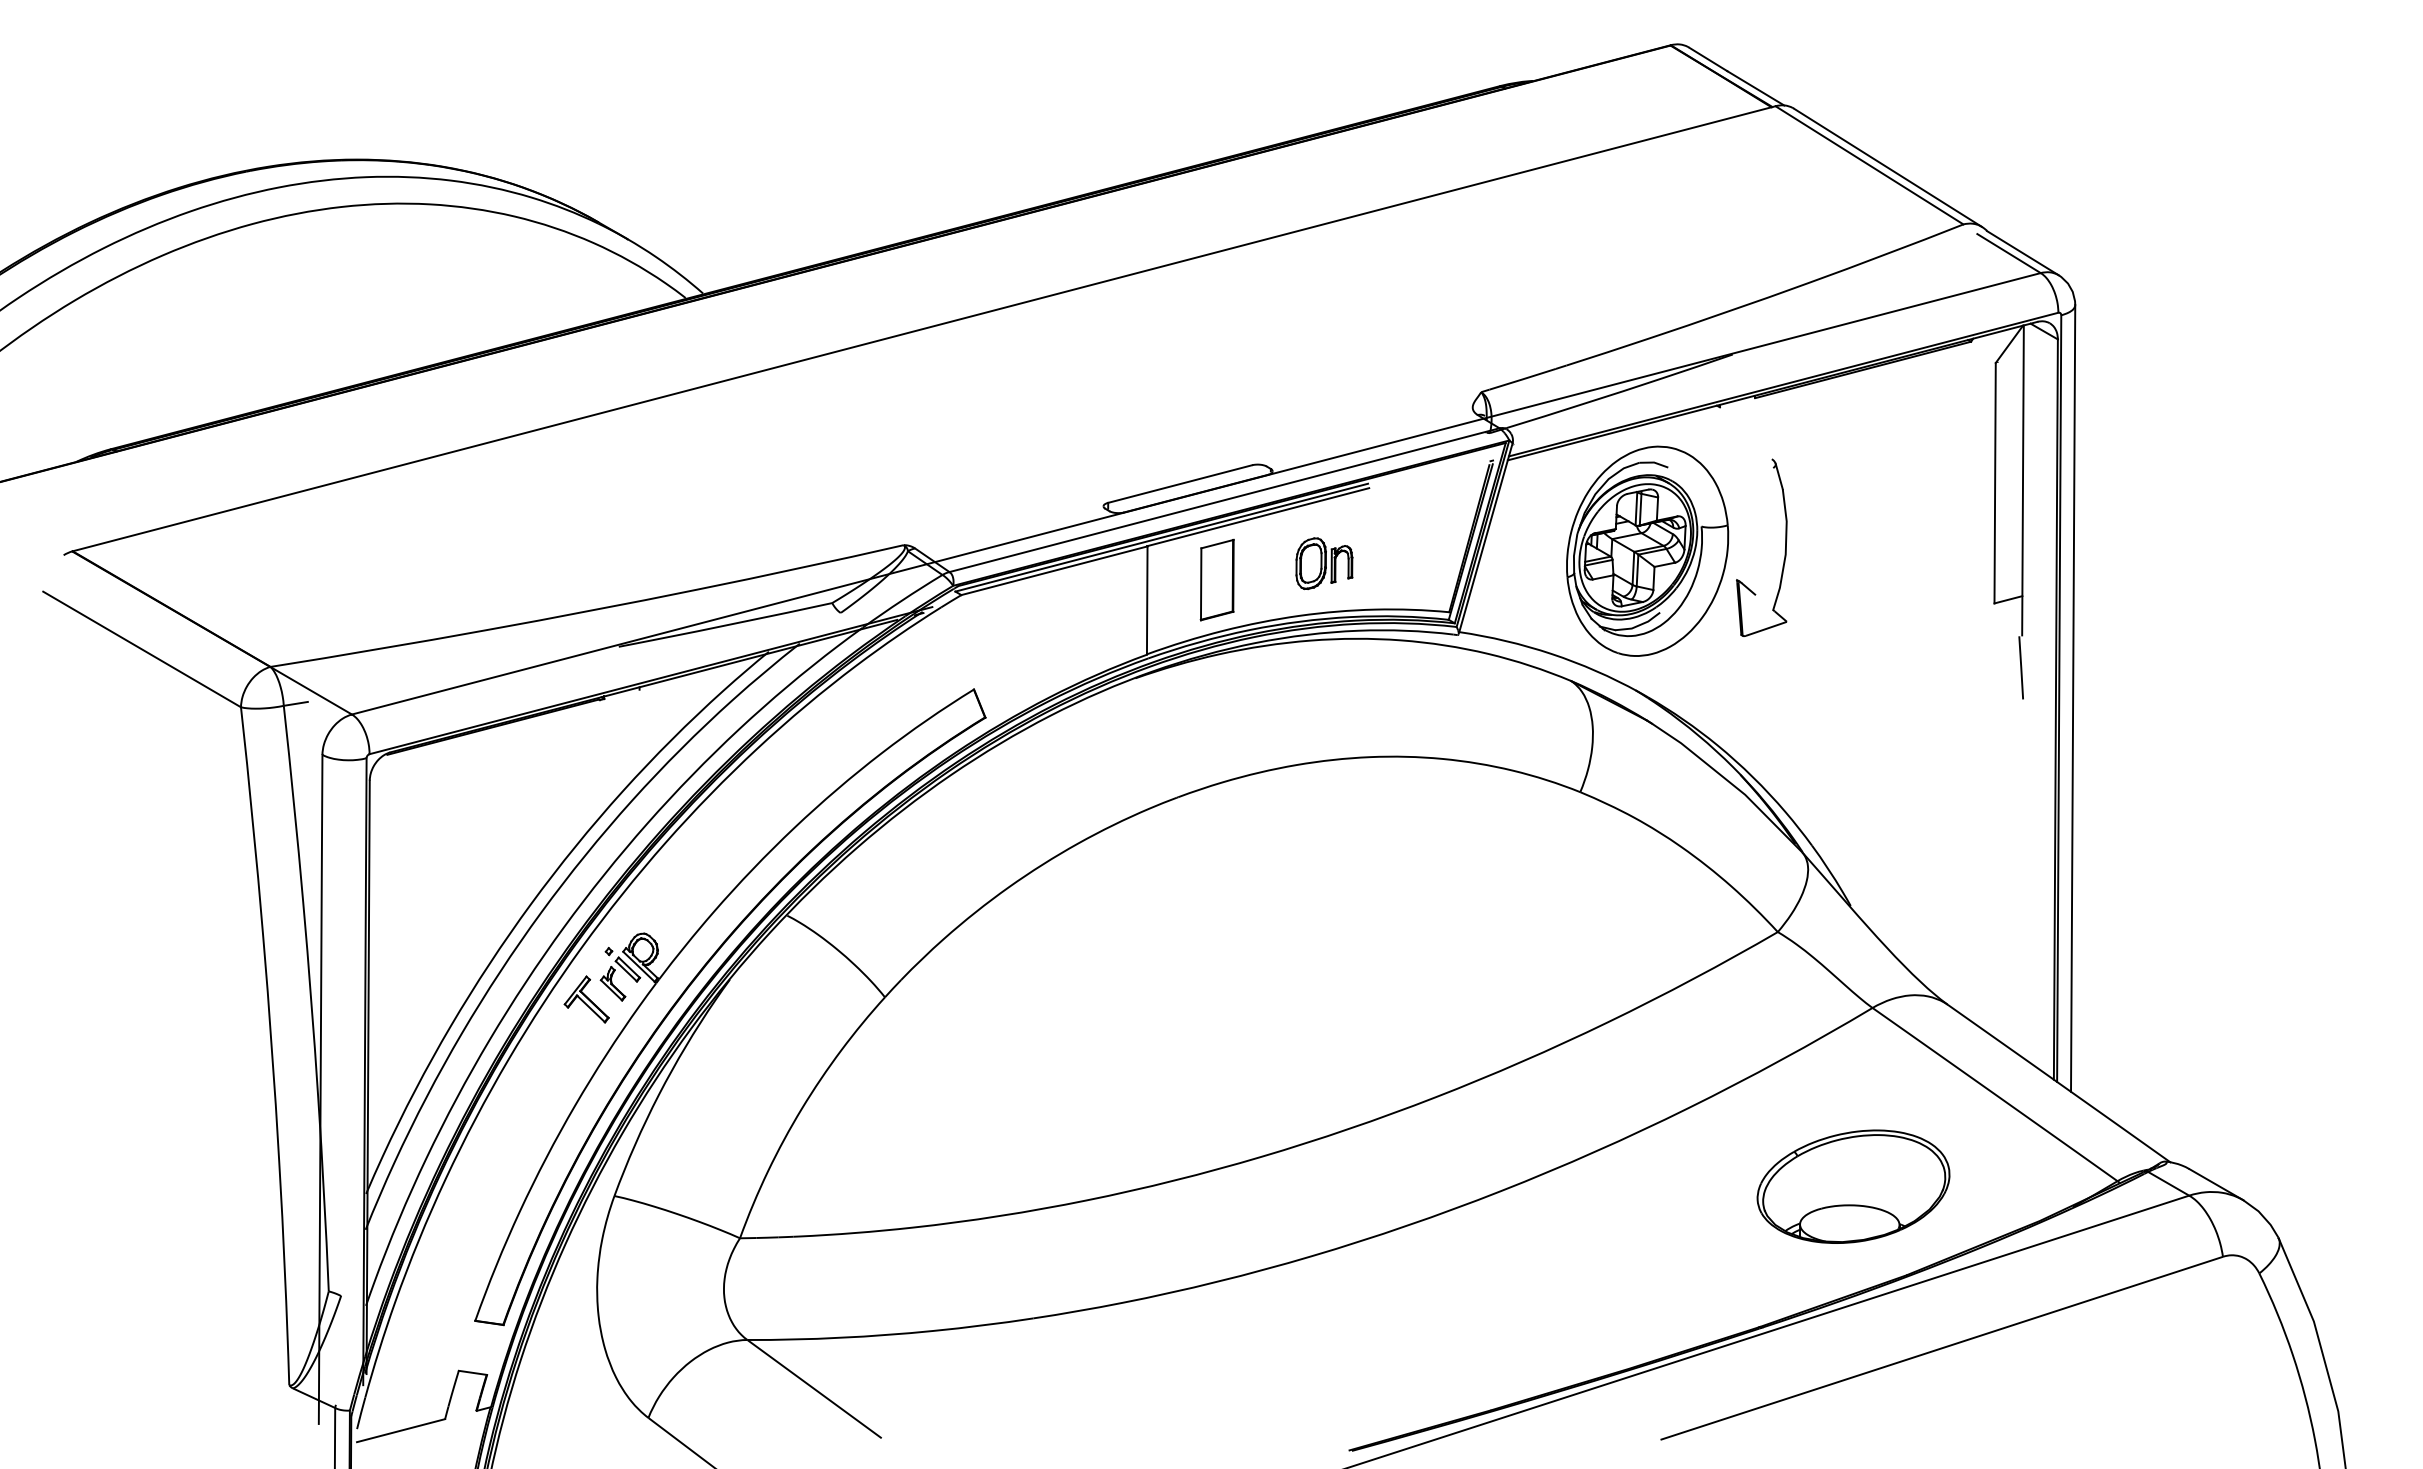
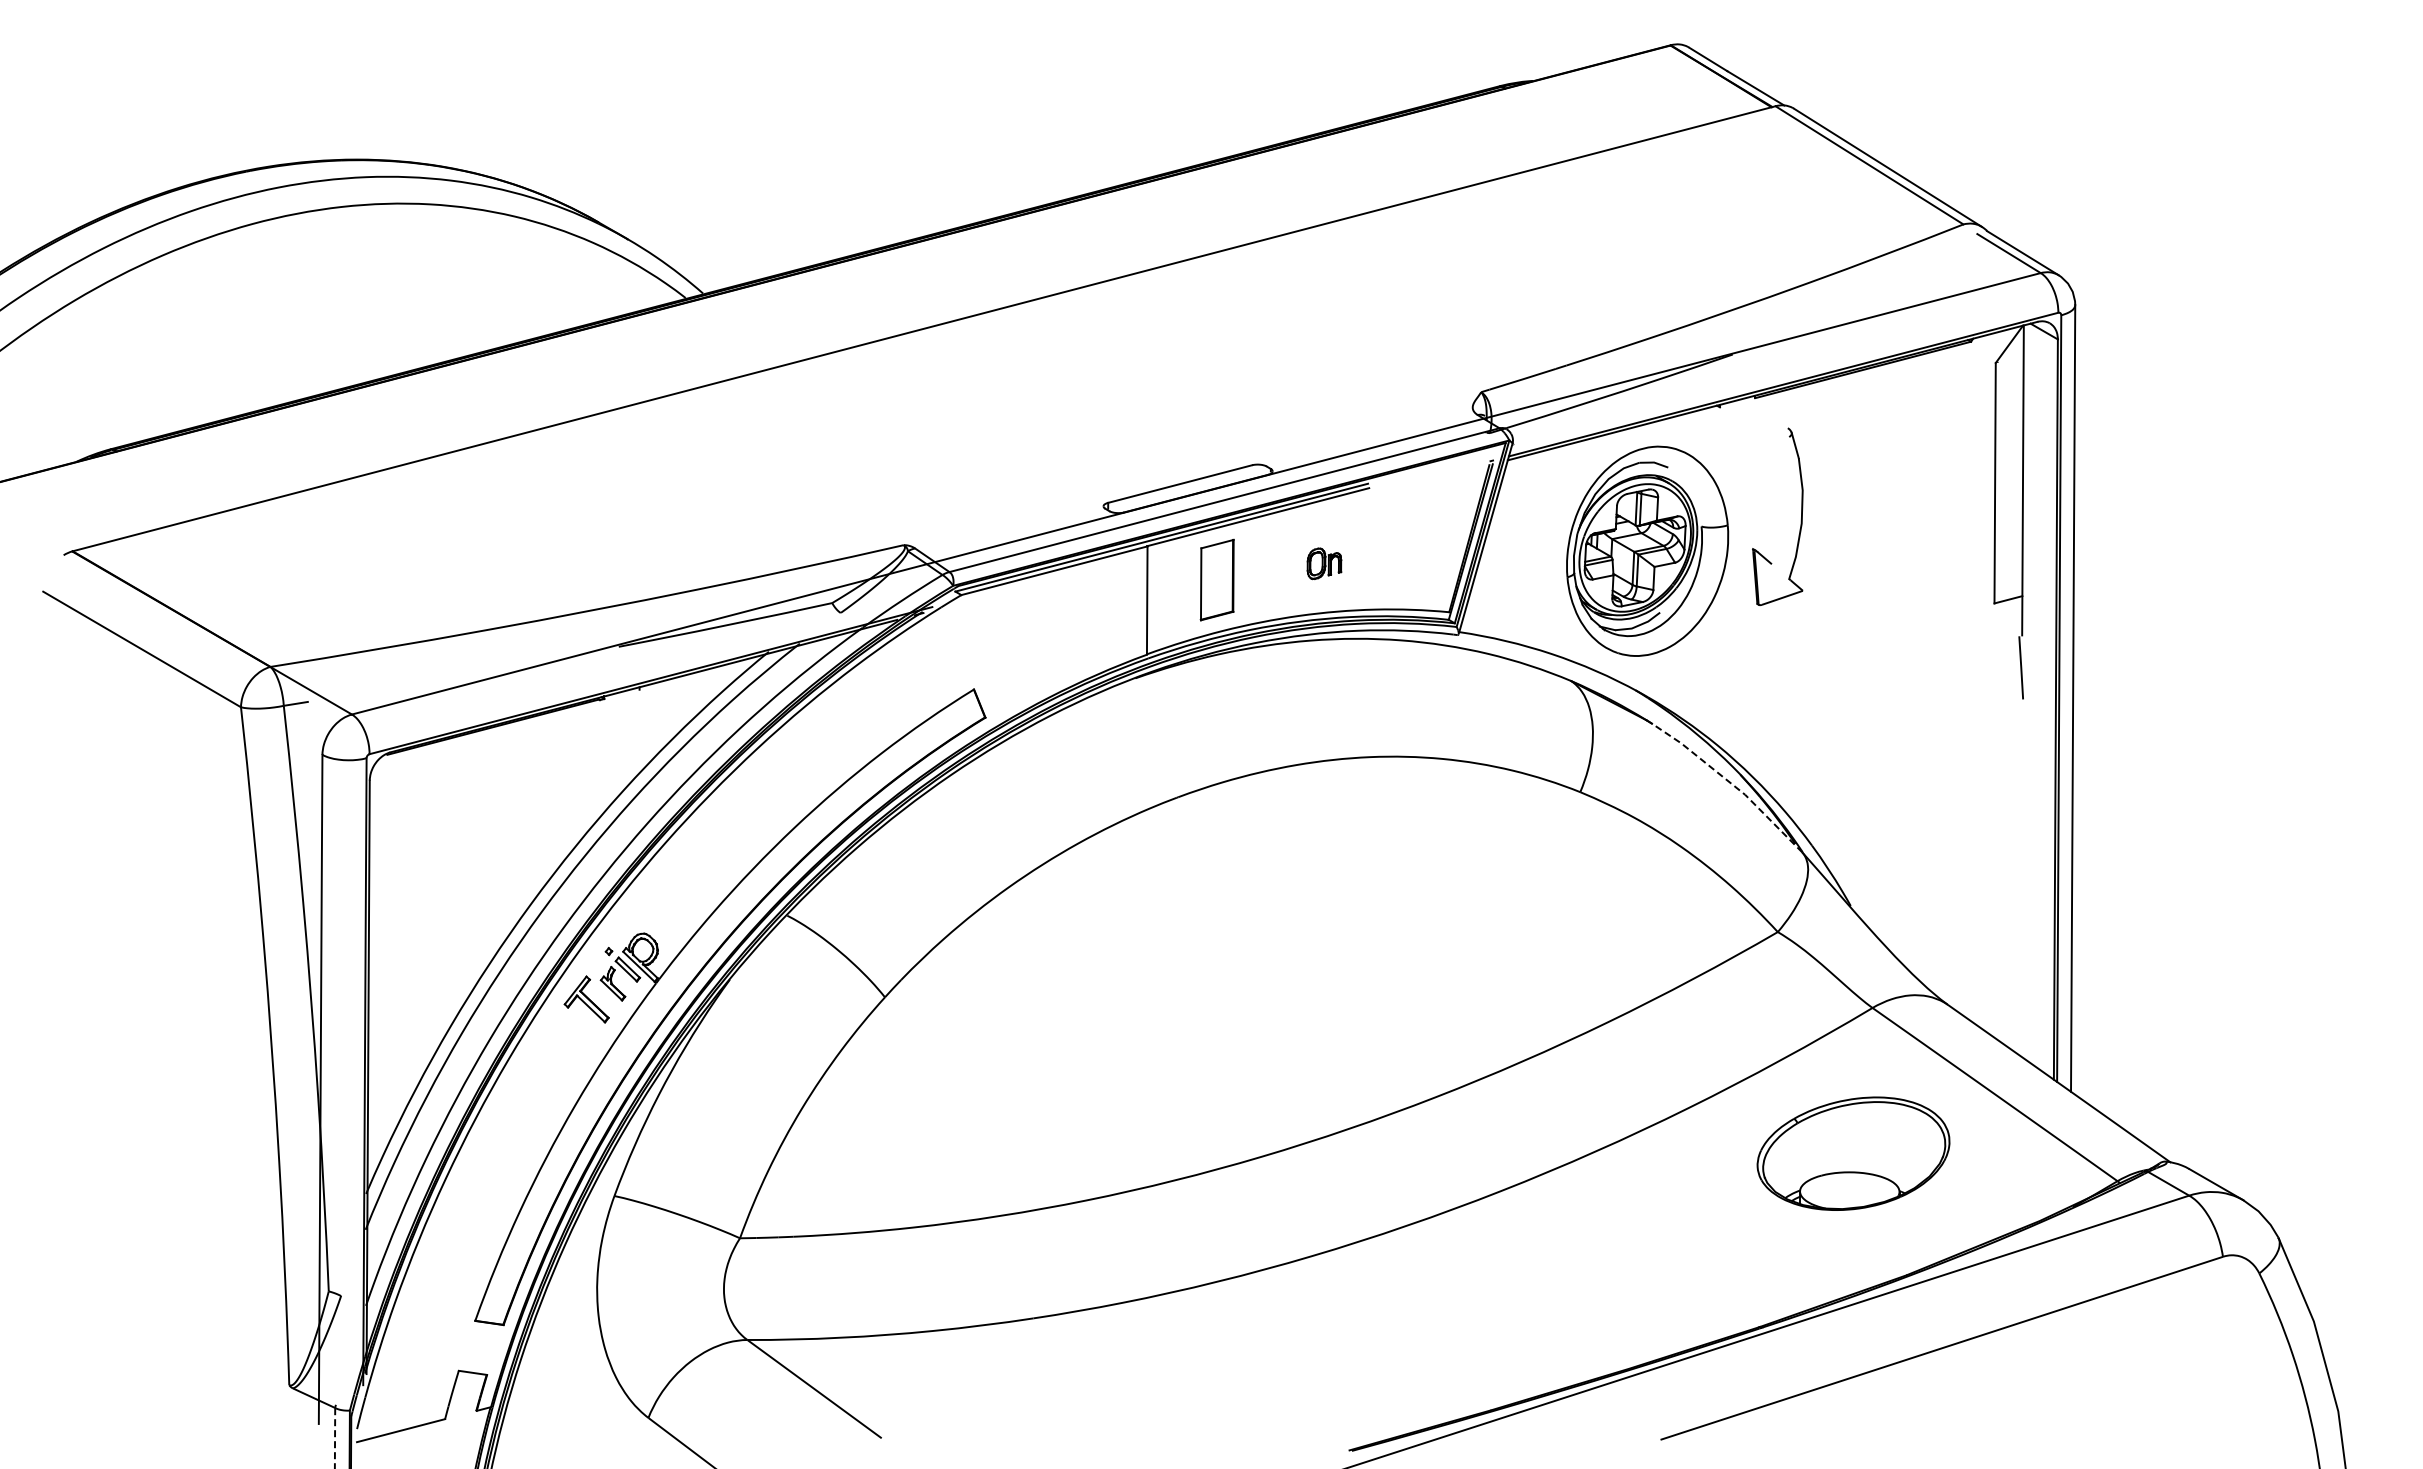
part at (1784, 551) position: (1784, 551) -> (1800, 520)
part at (1324, 563) size: 59x54 px -> 37x34 px
line at (1730, 782): solid -> dashed
part at (1853, 1186) position: (1853, 1186) -> (1853, 1153)
line at (335, 1437): solid -> dashed
